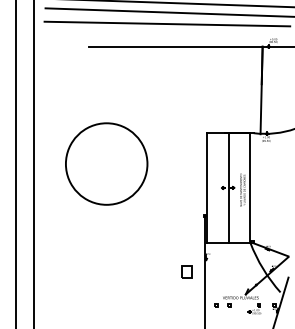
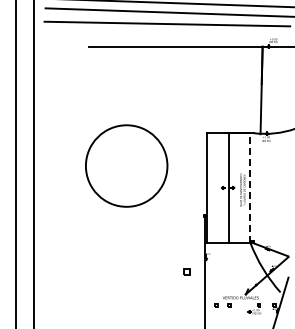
circle at (106, 163) position: (106, 163) -> (126, 165)
line at (250, 188): solid -> dashed
part at (186, 271) size: 12x14 px -> 8x8 px
